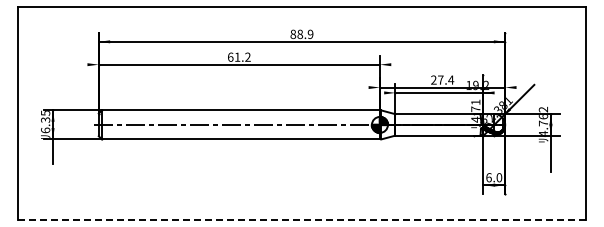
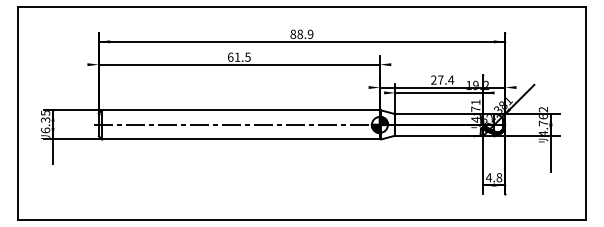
text at (247, 56): 61.2 -> 61.5
text at (493, 177): 6.0 -> 4.8
line at (302, 220): dashed -> solid
